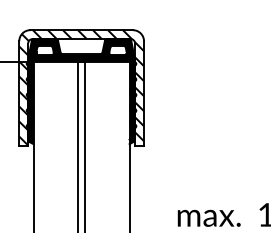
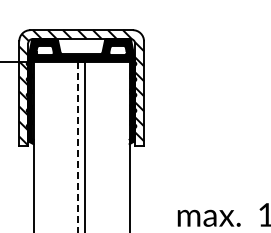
line at (78, 147): solid -> dashed
